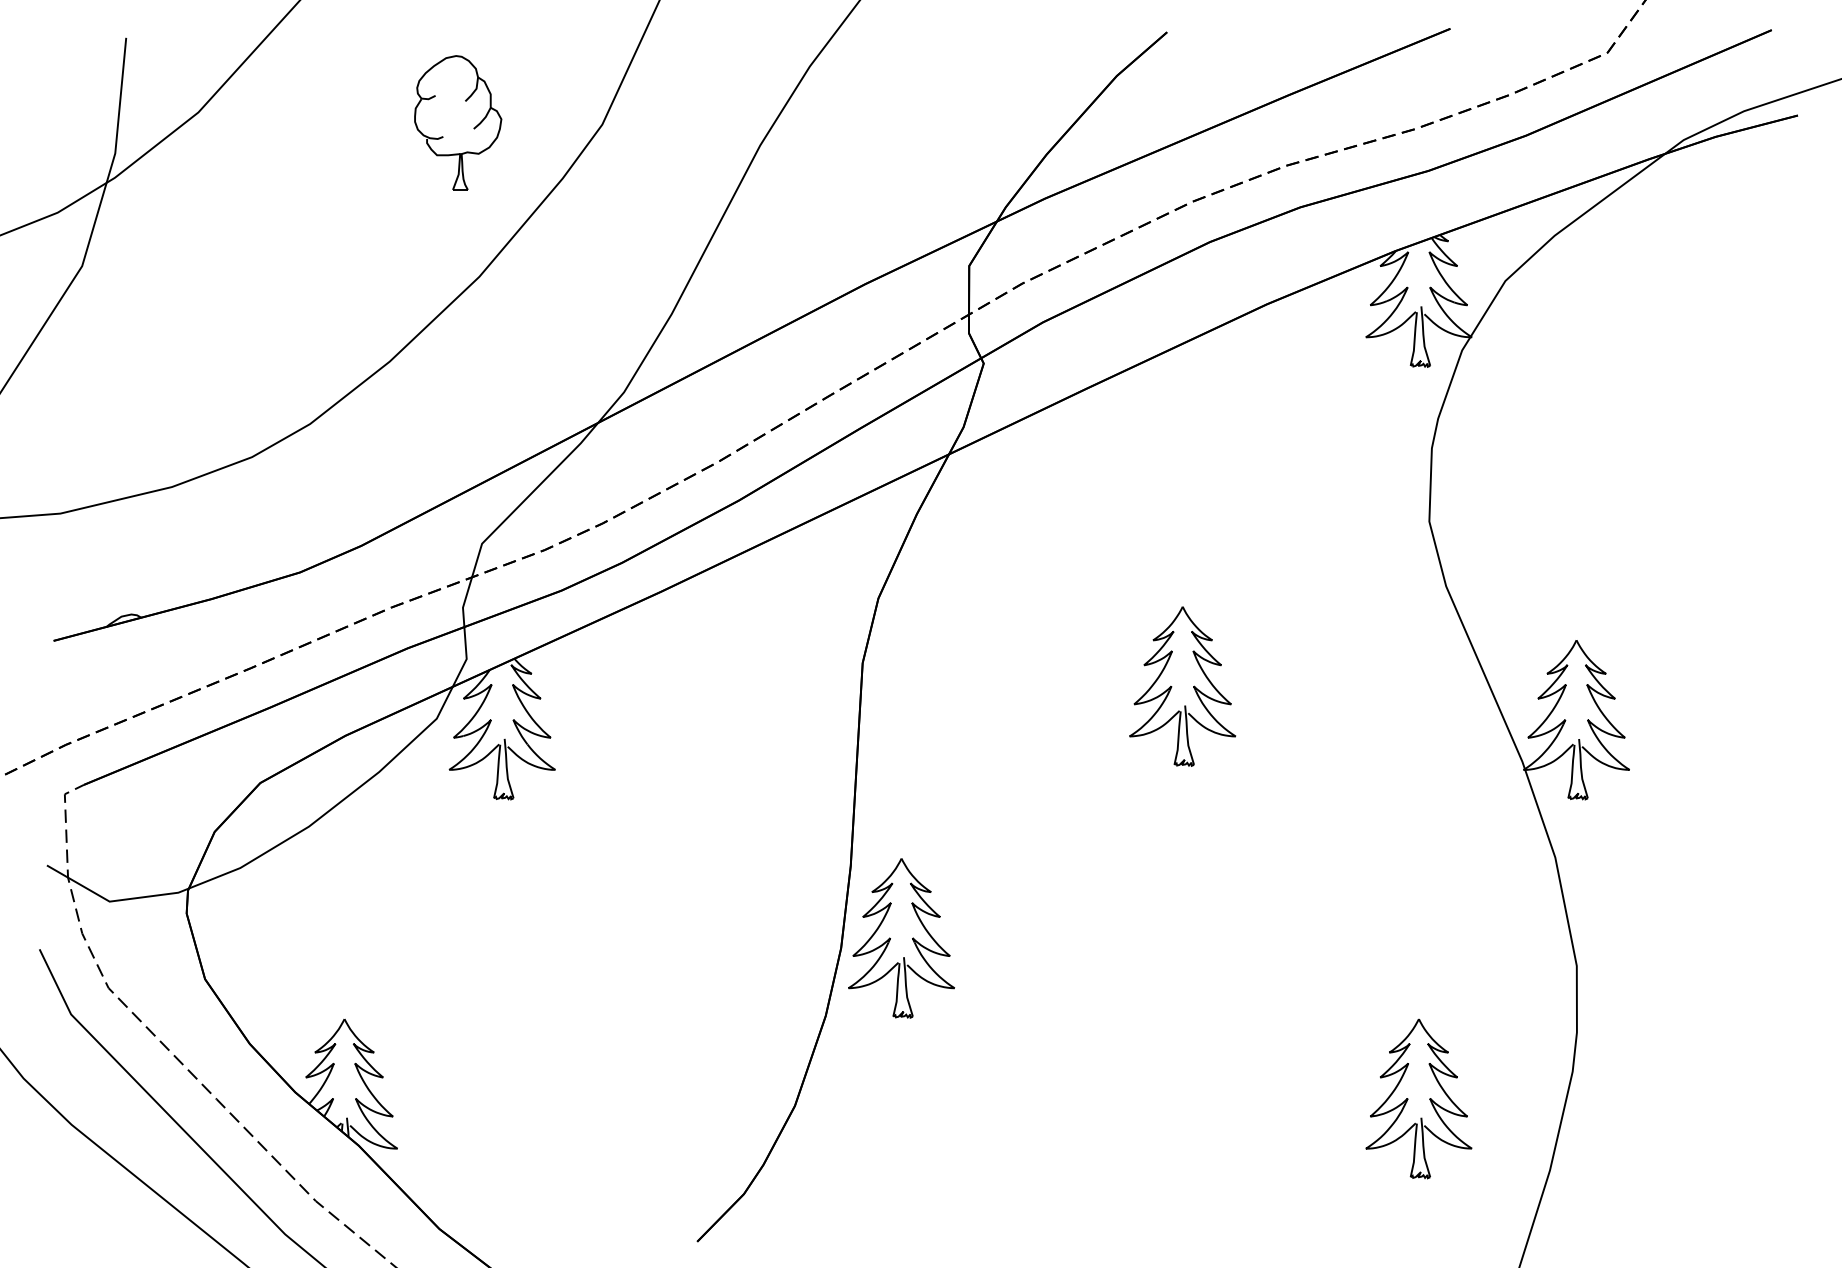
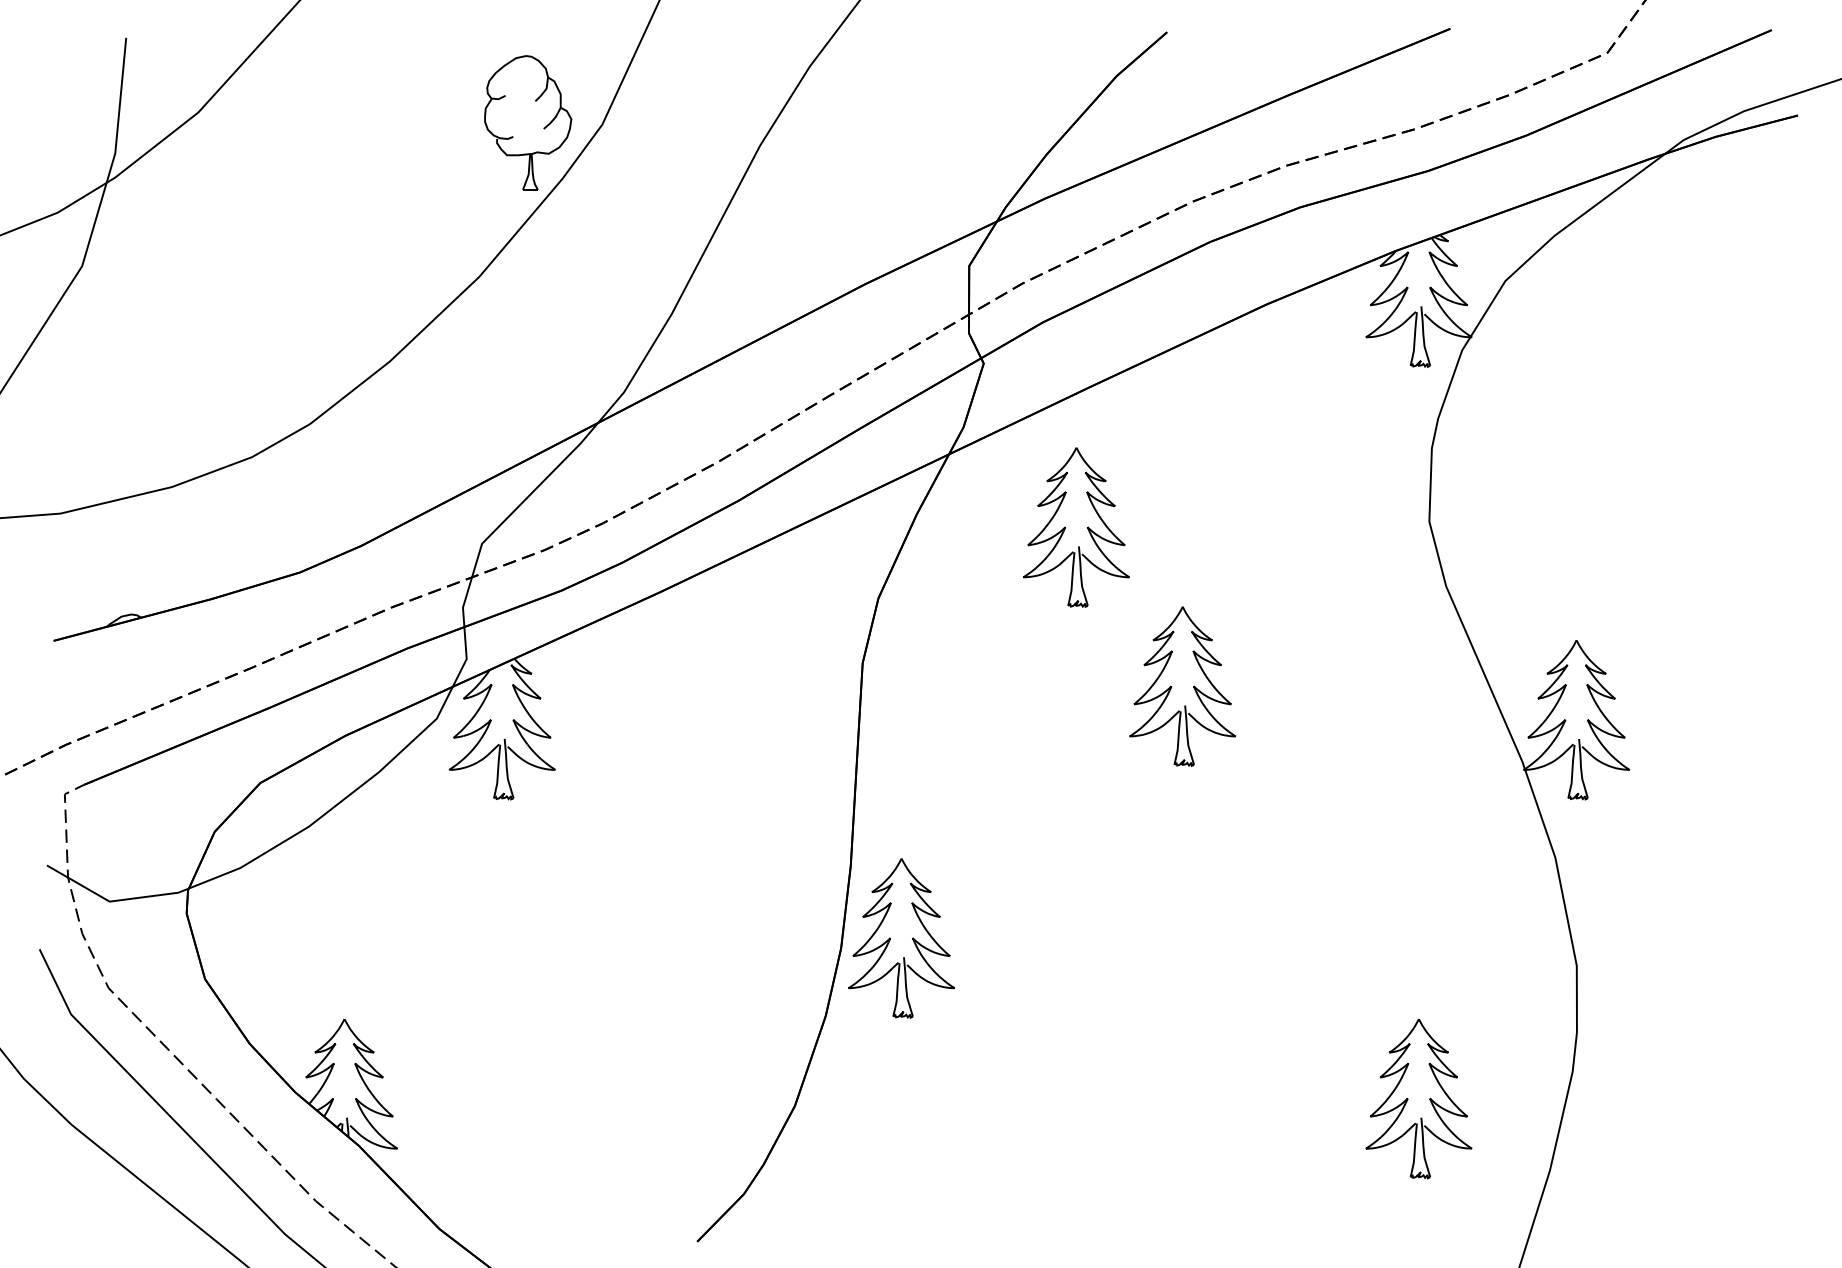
part at (458, 122) position: (458, 122) -> (528, 122)
part at (1076, 527): none -> present
